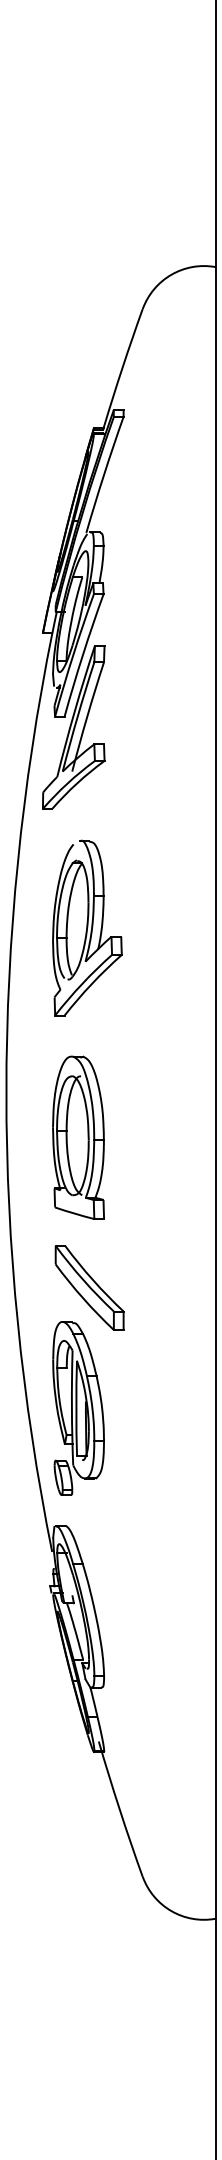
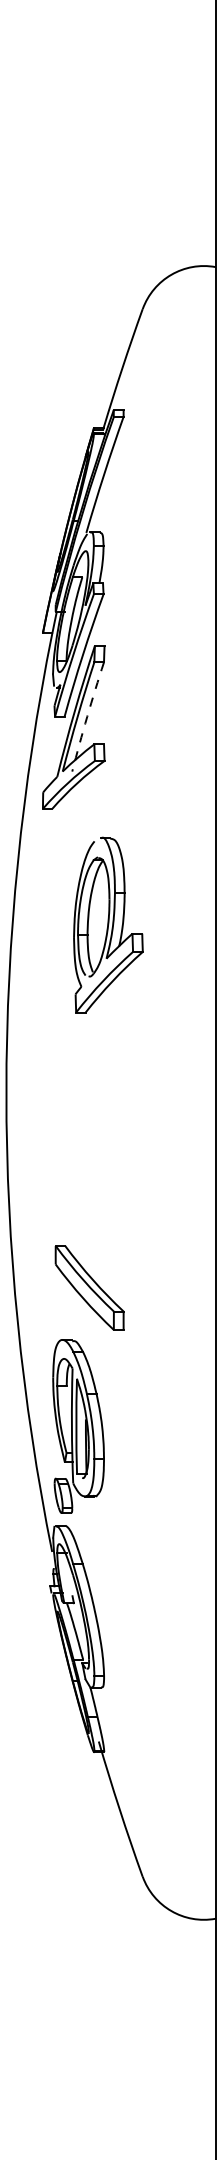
arc at (87, 716): solid -> dashed
part at (87, 927) position: (87, 927) -> (108, 924)
part at (78, 1137): present -> none
part at (78, 1408) position: (78, 1408) -> (78, 1426)
